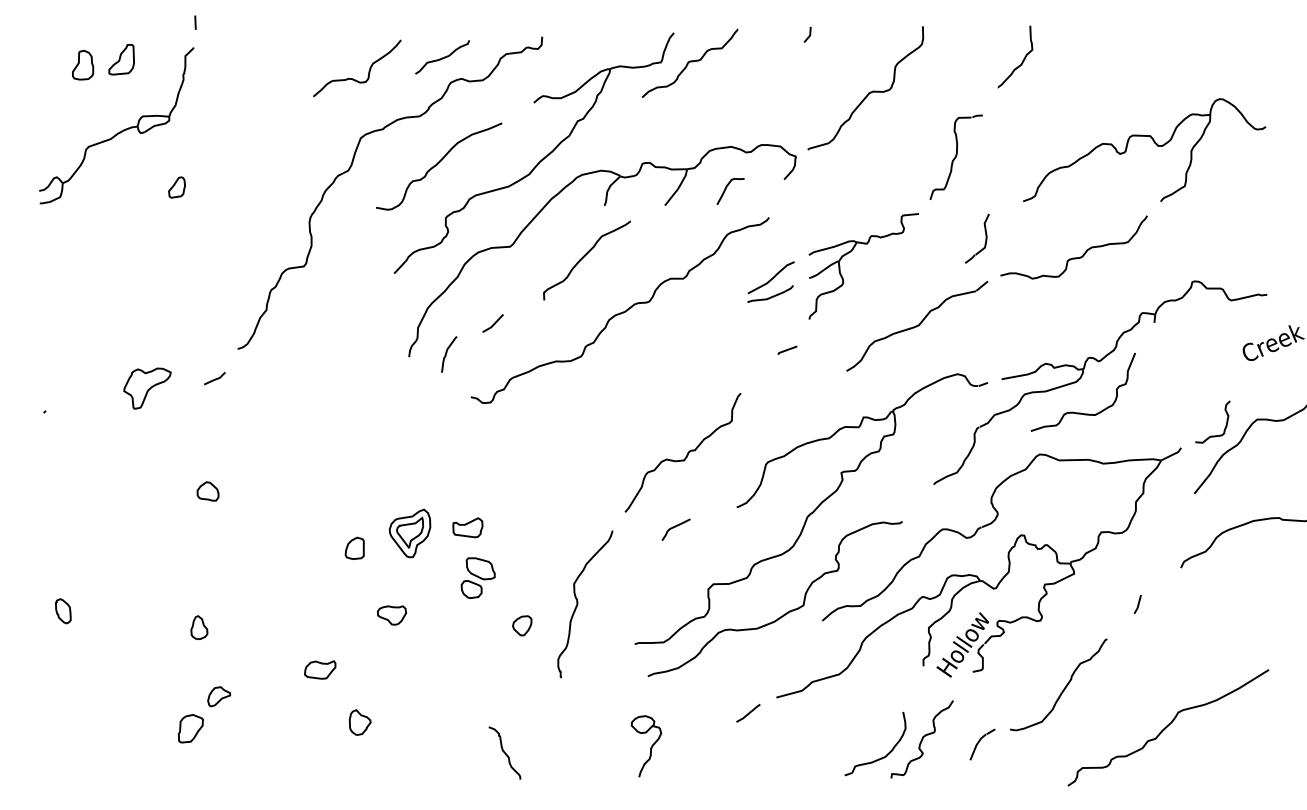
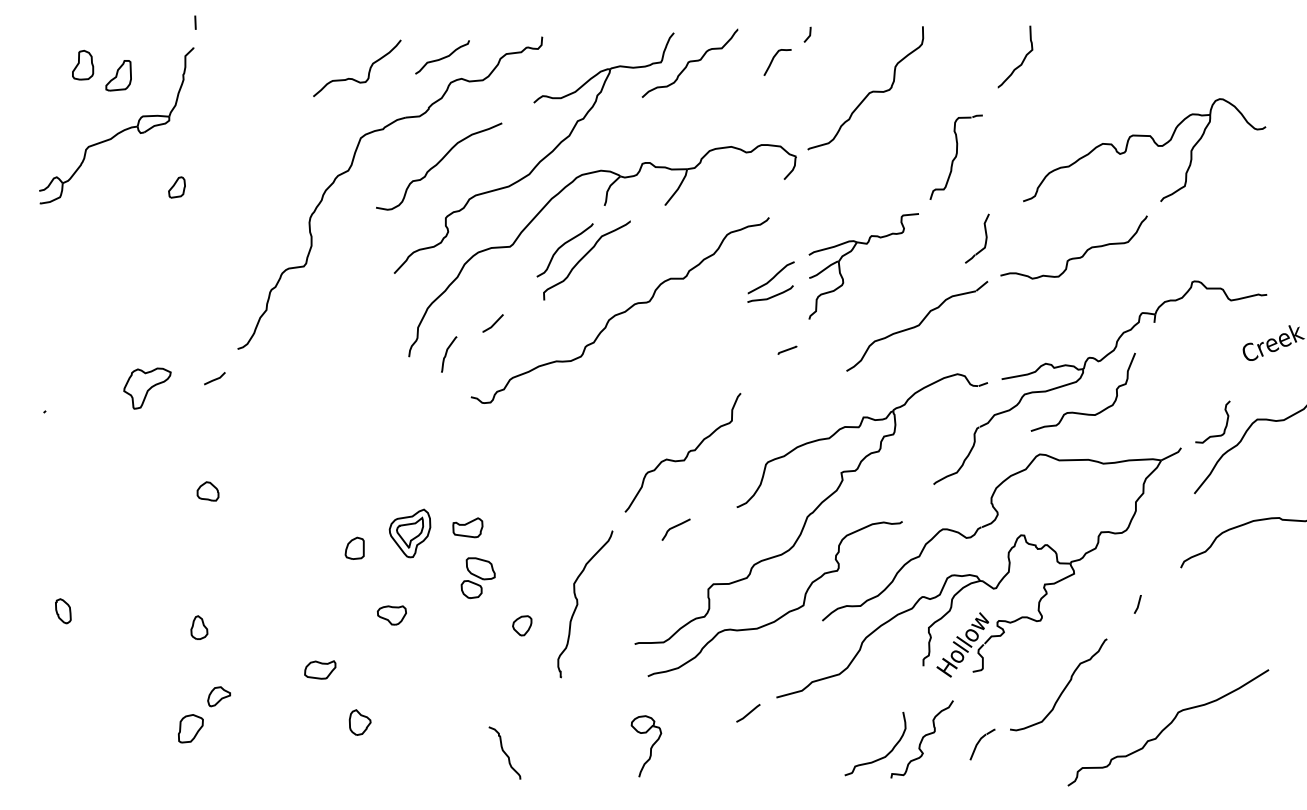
part at (121, 59) position: (121, 59) -> (118, 75)
curve at (726, 189) position: (726, 189) -> (773, 60)
curve at (561, 247): none -> present
